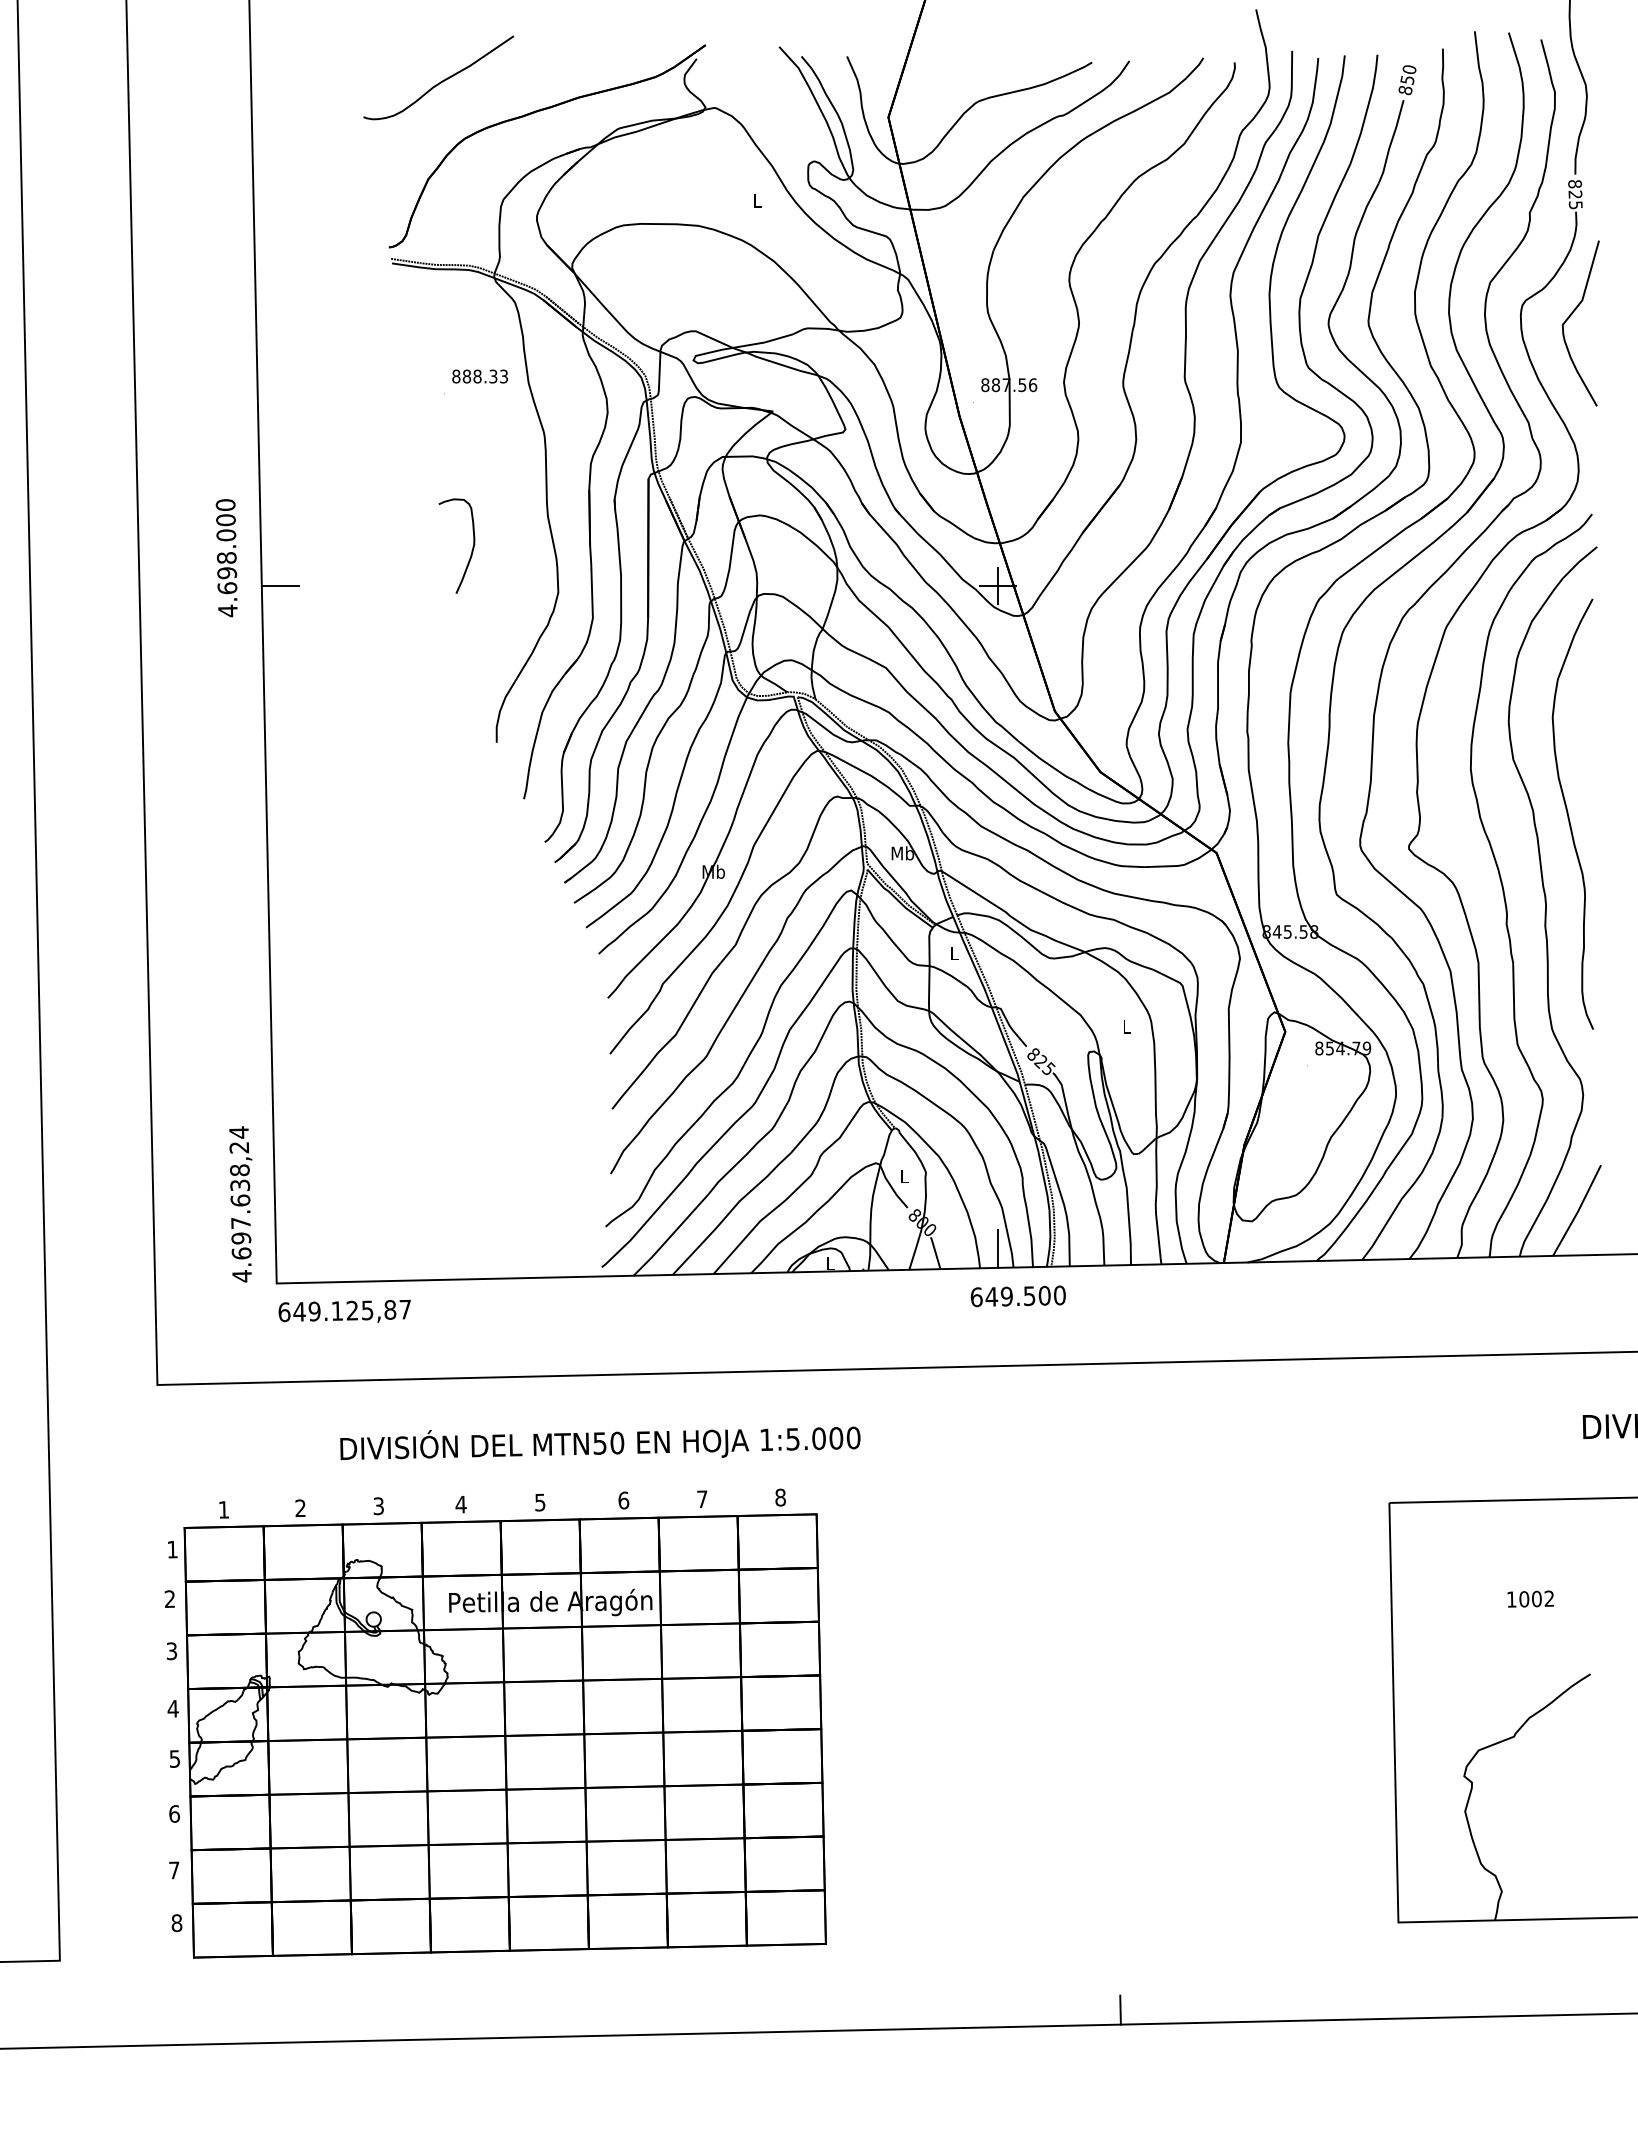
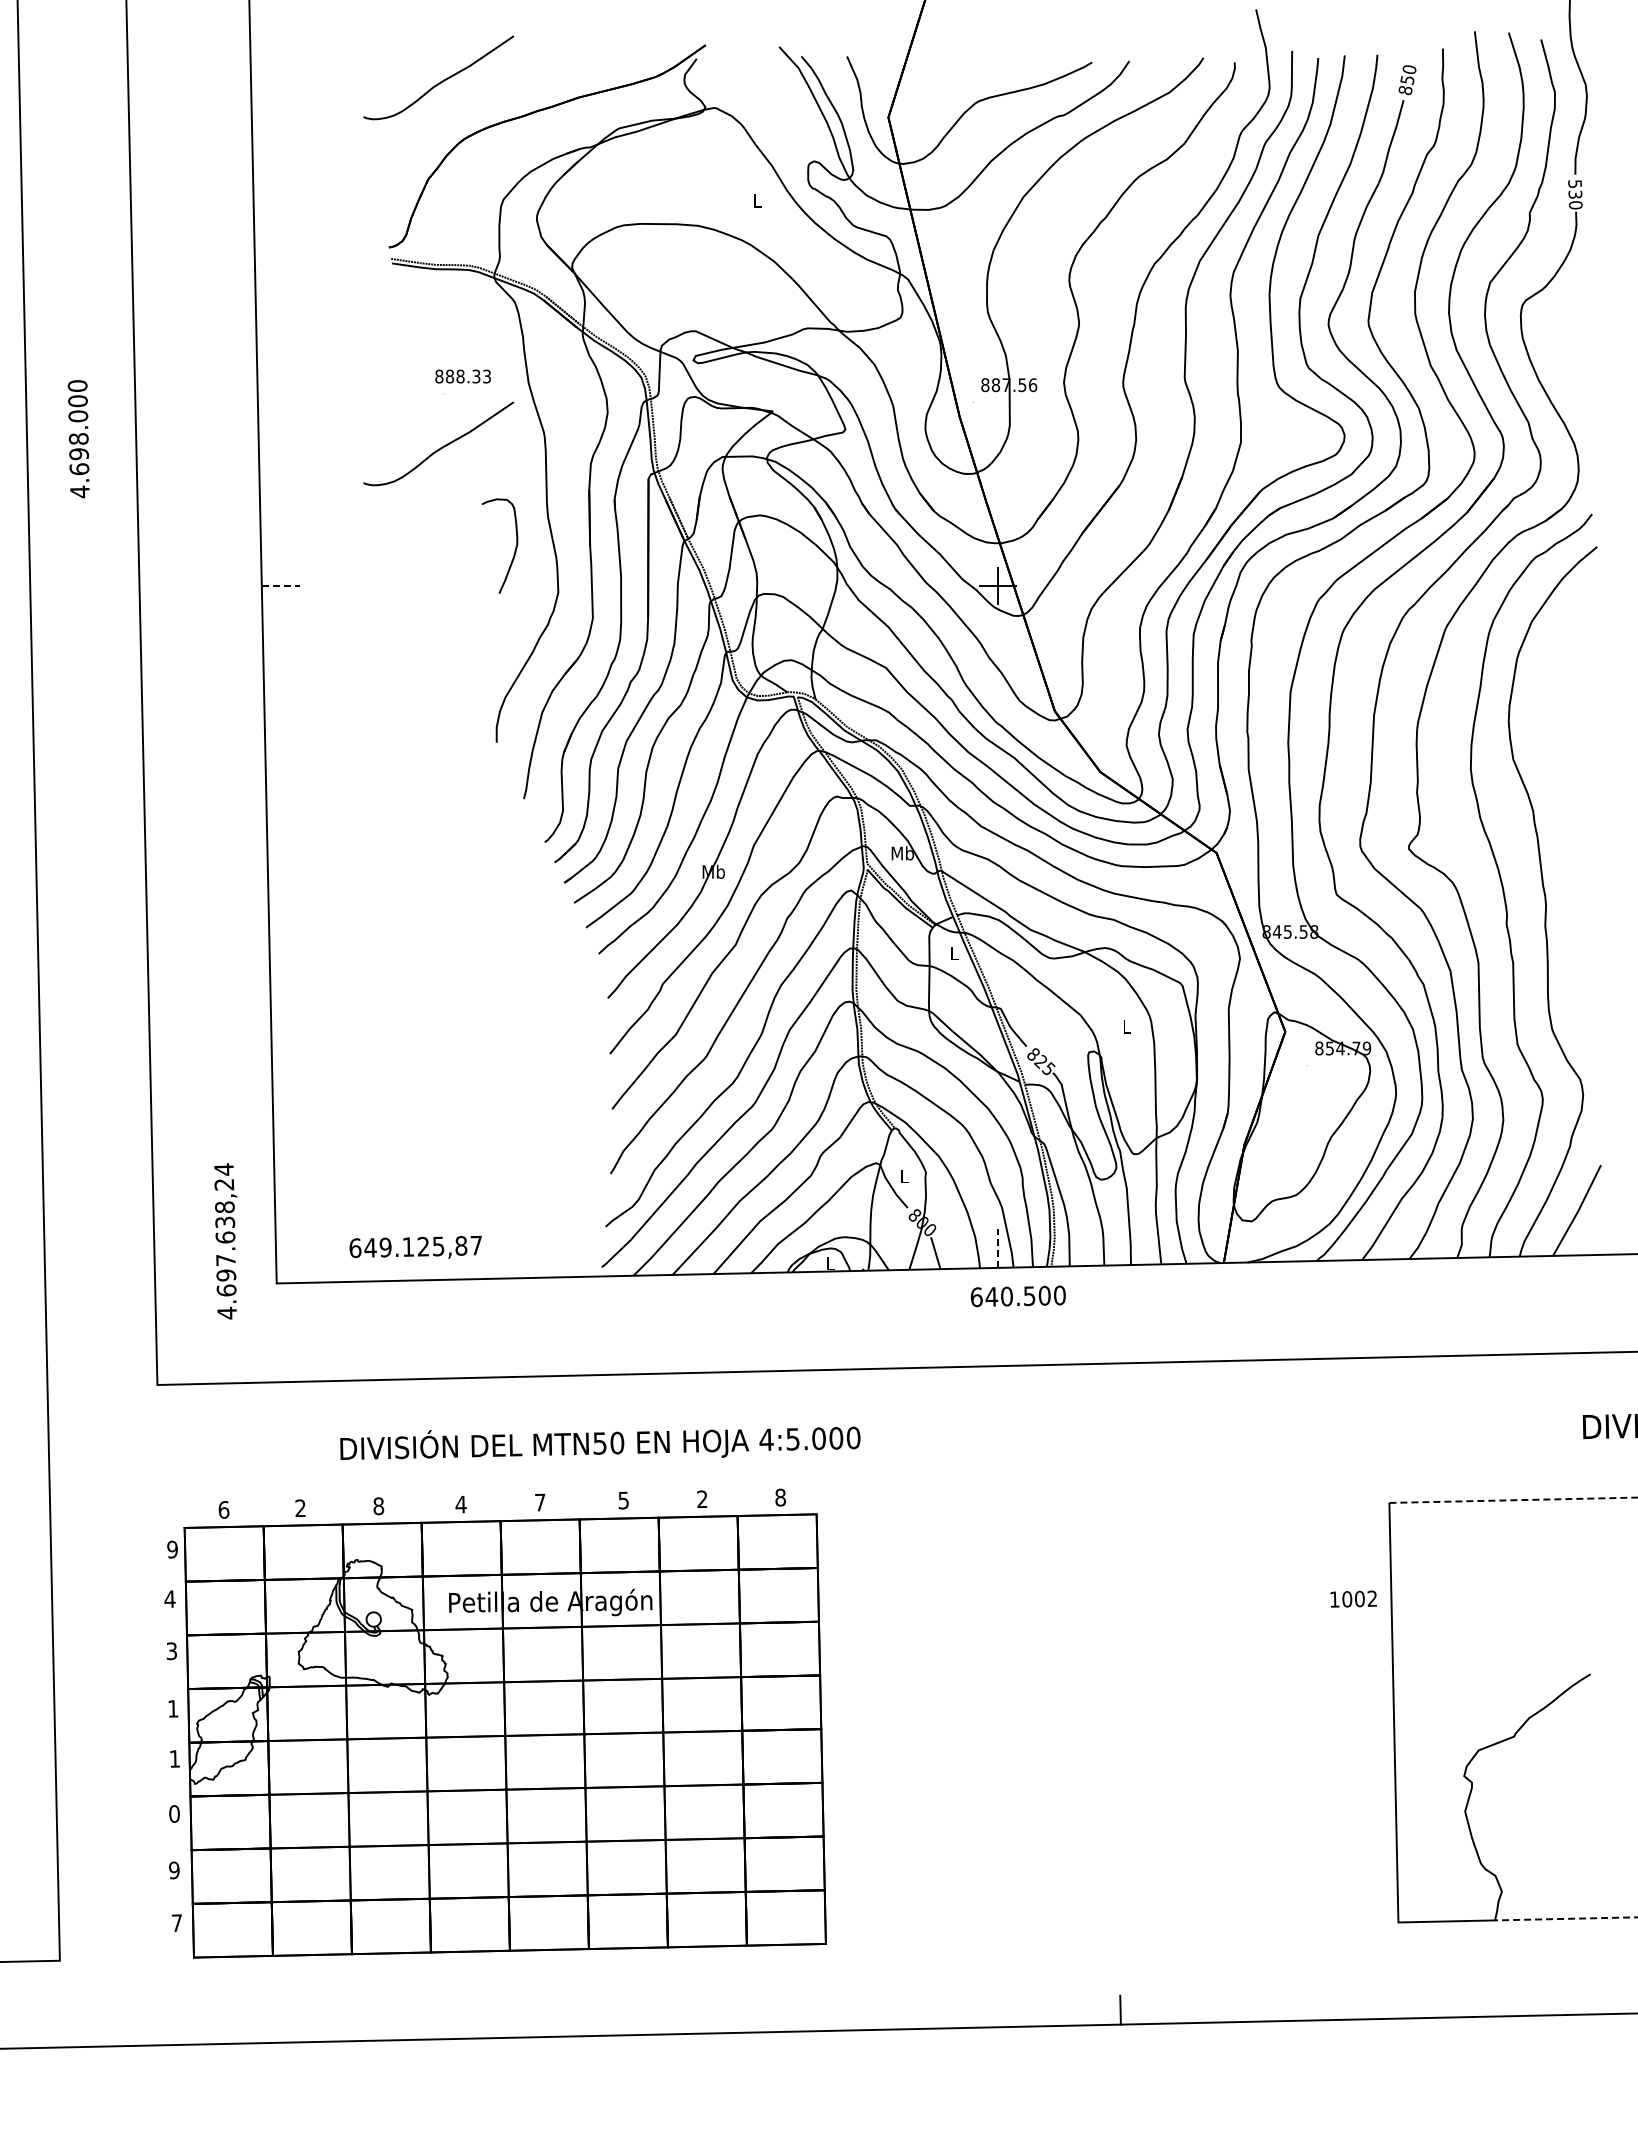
text at (1575, 194): 825 -> 530
curve at (1572, 314): present -> none
text at (479, 376) position: (479, 376) -> (462, 376)
curve at (440, 447): none -> present
curve at (471, 550) position: (471, 550) -> (514, 550)
text at (226, 558) position: (226, 558) -> (78, 439)
line at (281, 586): solid -> dashed
curve at (1568, 813): present -> none
text at (240, 1204) position: (240, 1204) -> (225, 1241)
line at (997, 1248): solid -> dashed
text at (1006, 1296): 649.500 -> 640.500
text at (344, 1311) position: (344, 1311) -> (415, 1247)
text at (766, 1439): 1:5.000 -> 4:5.000
text at (702, 1499): 7 -> 2
text at (623, 1500): 6 -> 5
line at (1514, 1500): solid -> dashed
text at (540, 1502): 5 -> 7
text at (378, 1506): 3 -> 8
text at (223, 1509): 1 -> 6
text at (172, 1549): 1 -> 9
text at (169, 1598): 2 -> 4
text at (1530, 1598) position: (1530, 1598) -> (1353, 1598)
text at (172, 1708): 4 -> 1
text at (174, 1758): 5 -> 1
text at (174, 1813): 6 -> 0
text at (174, 1870): 7 -> 9
line at (1565, 1918): solid -> dashed
text at (176, 1923): 8 -> 7
